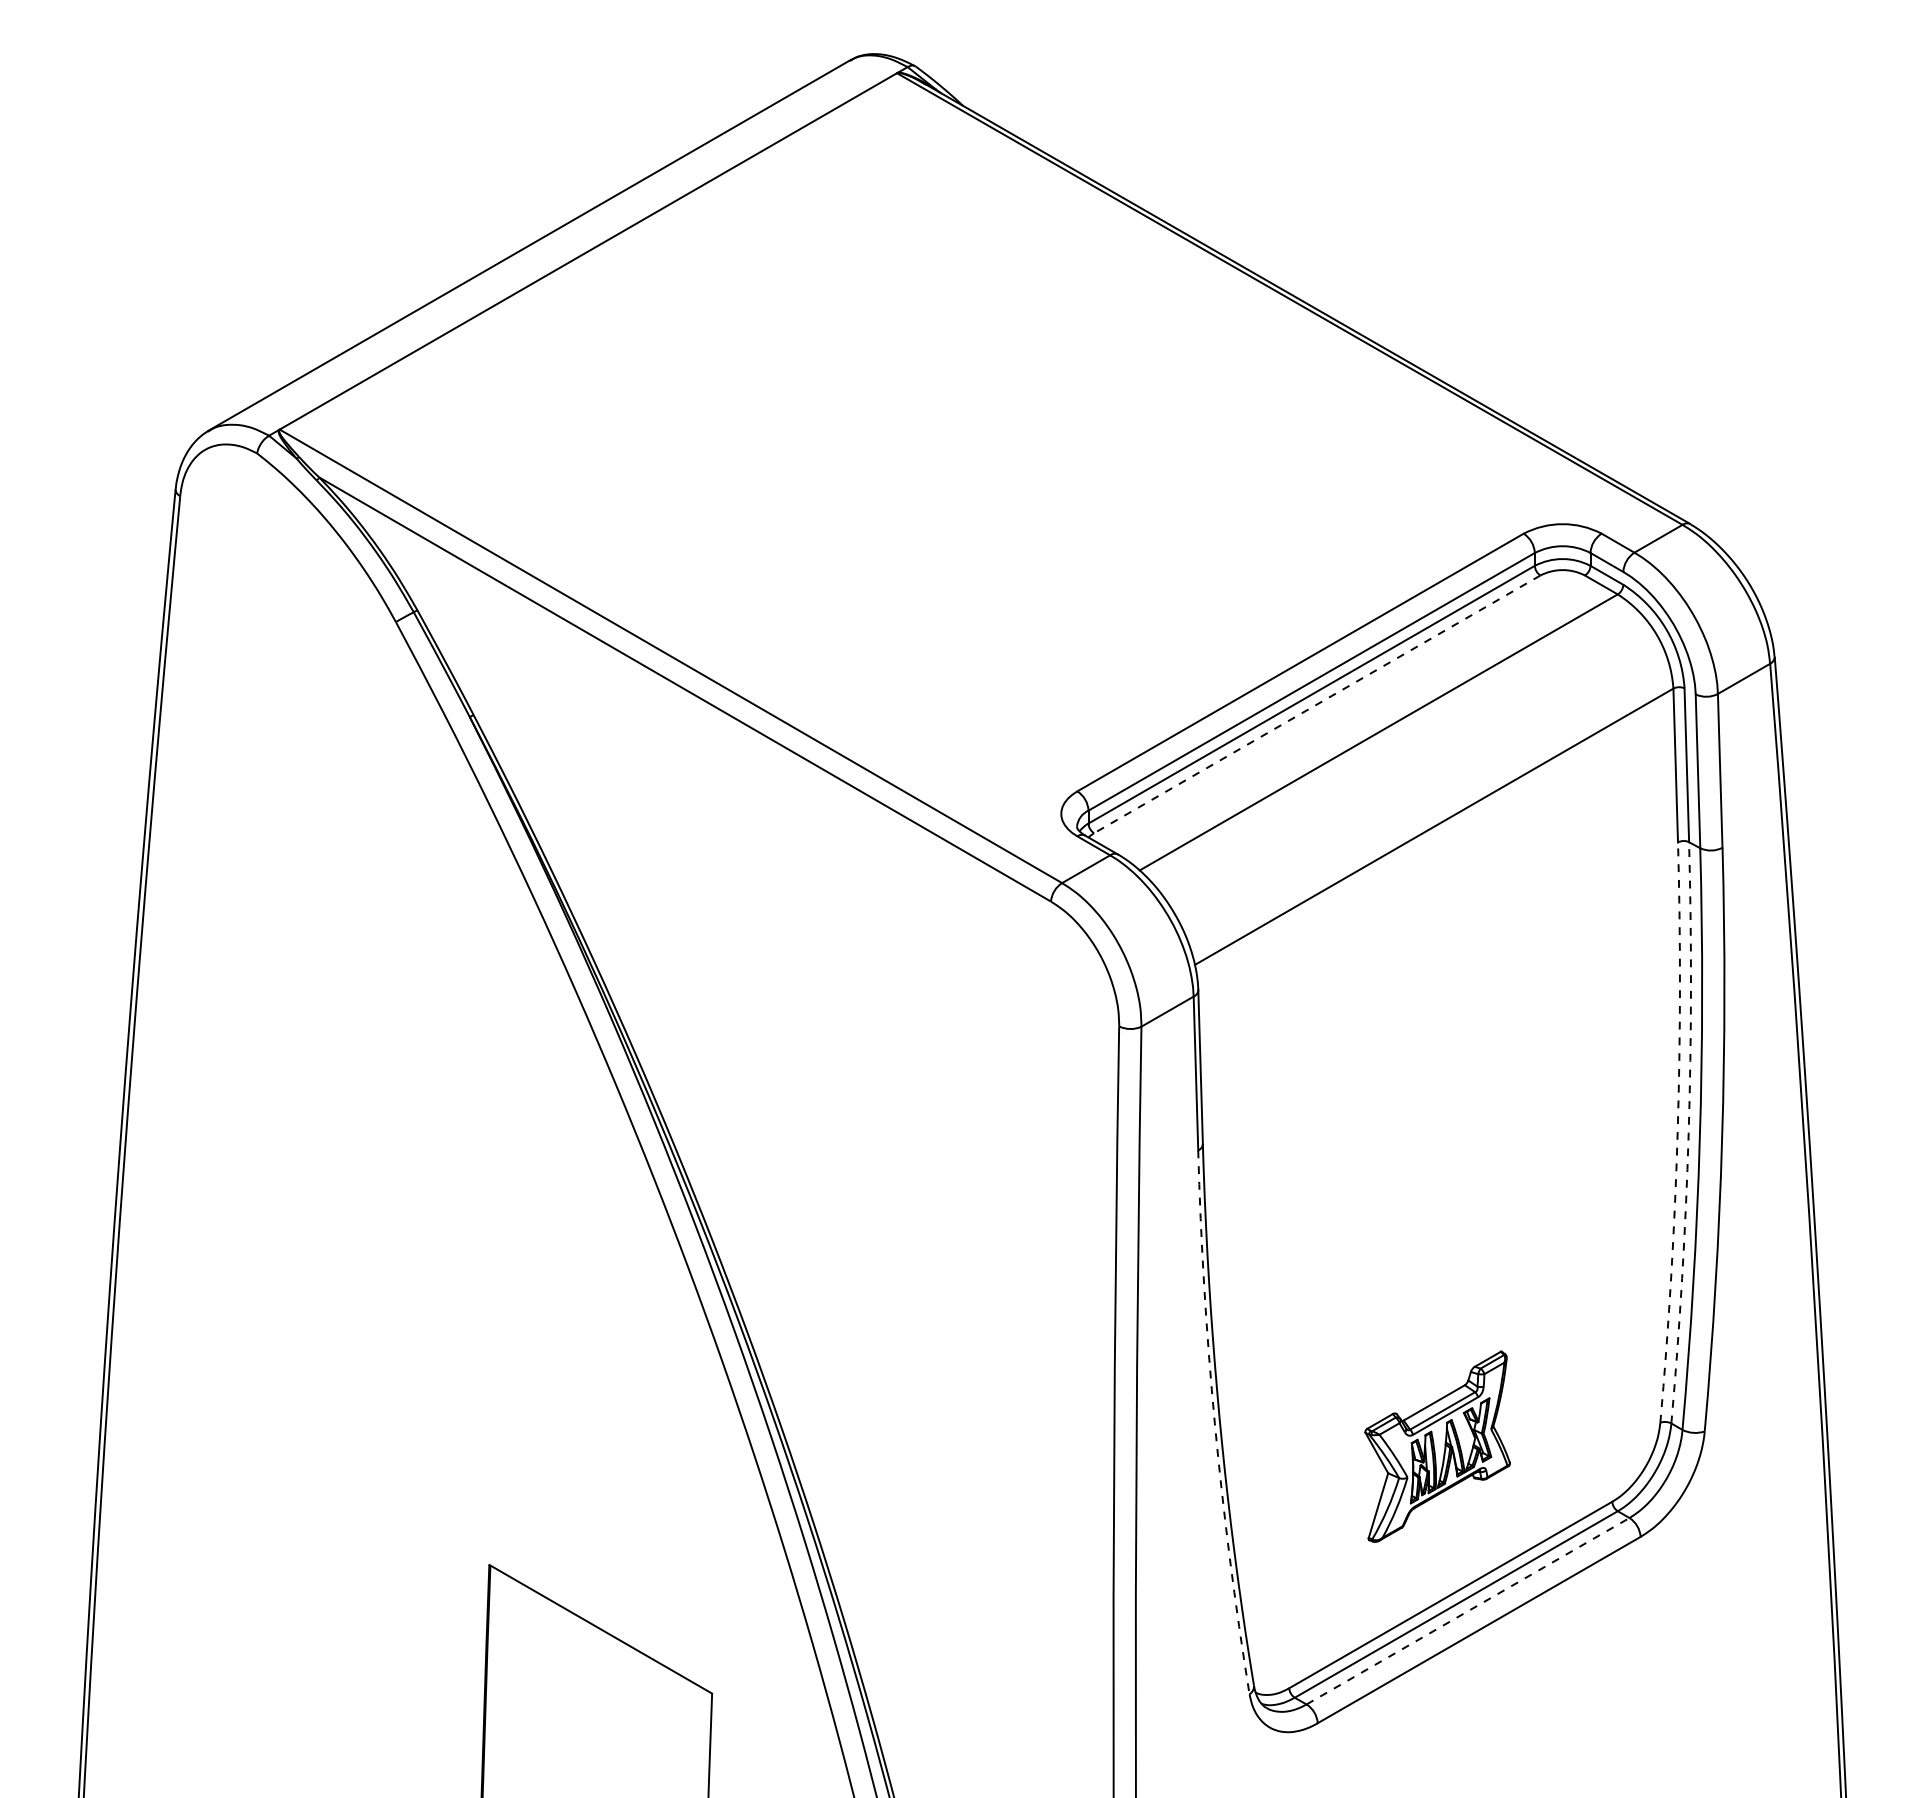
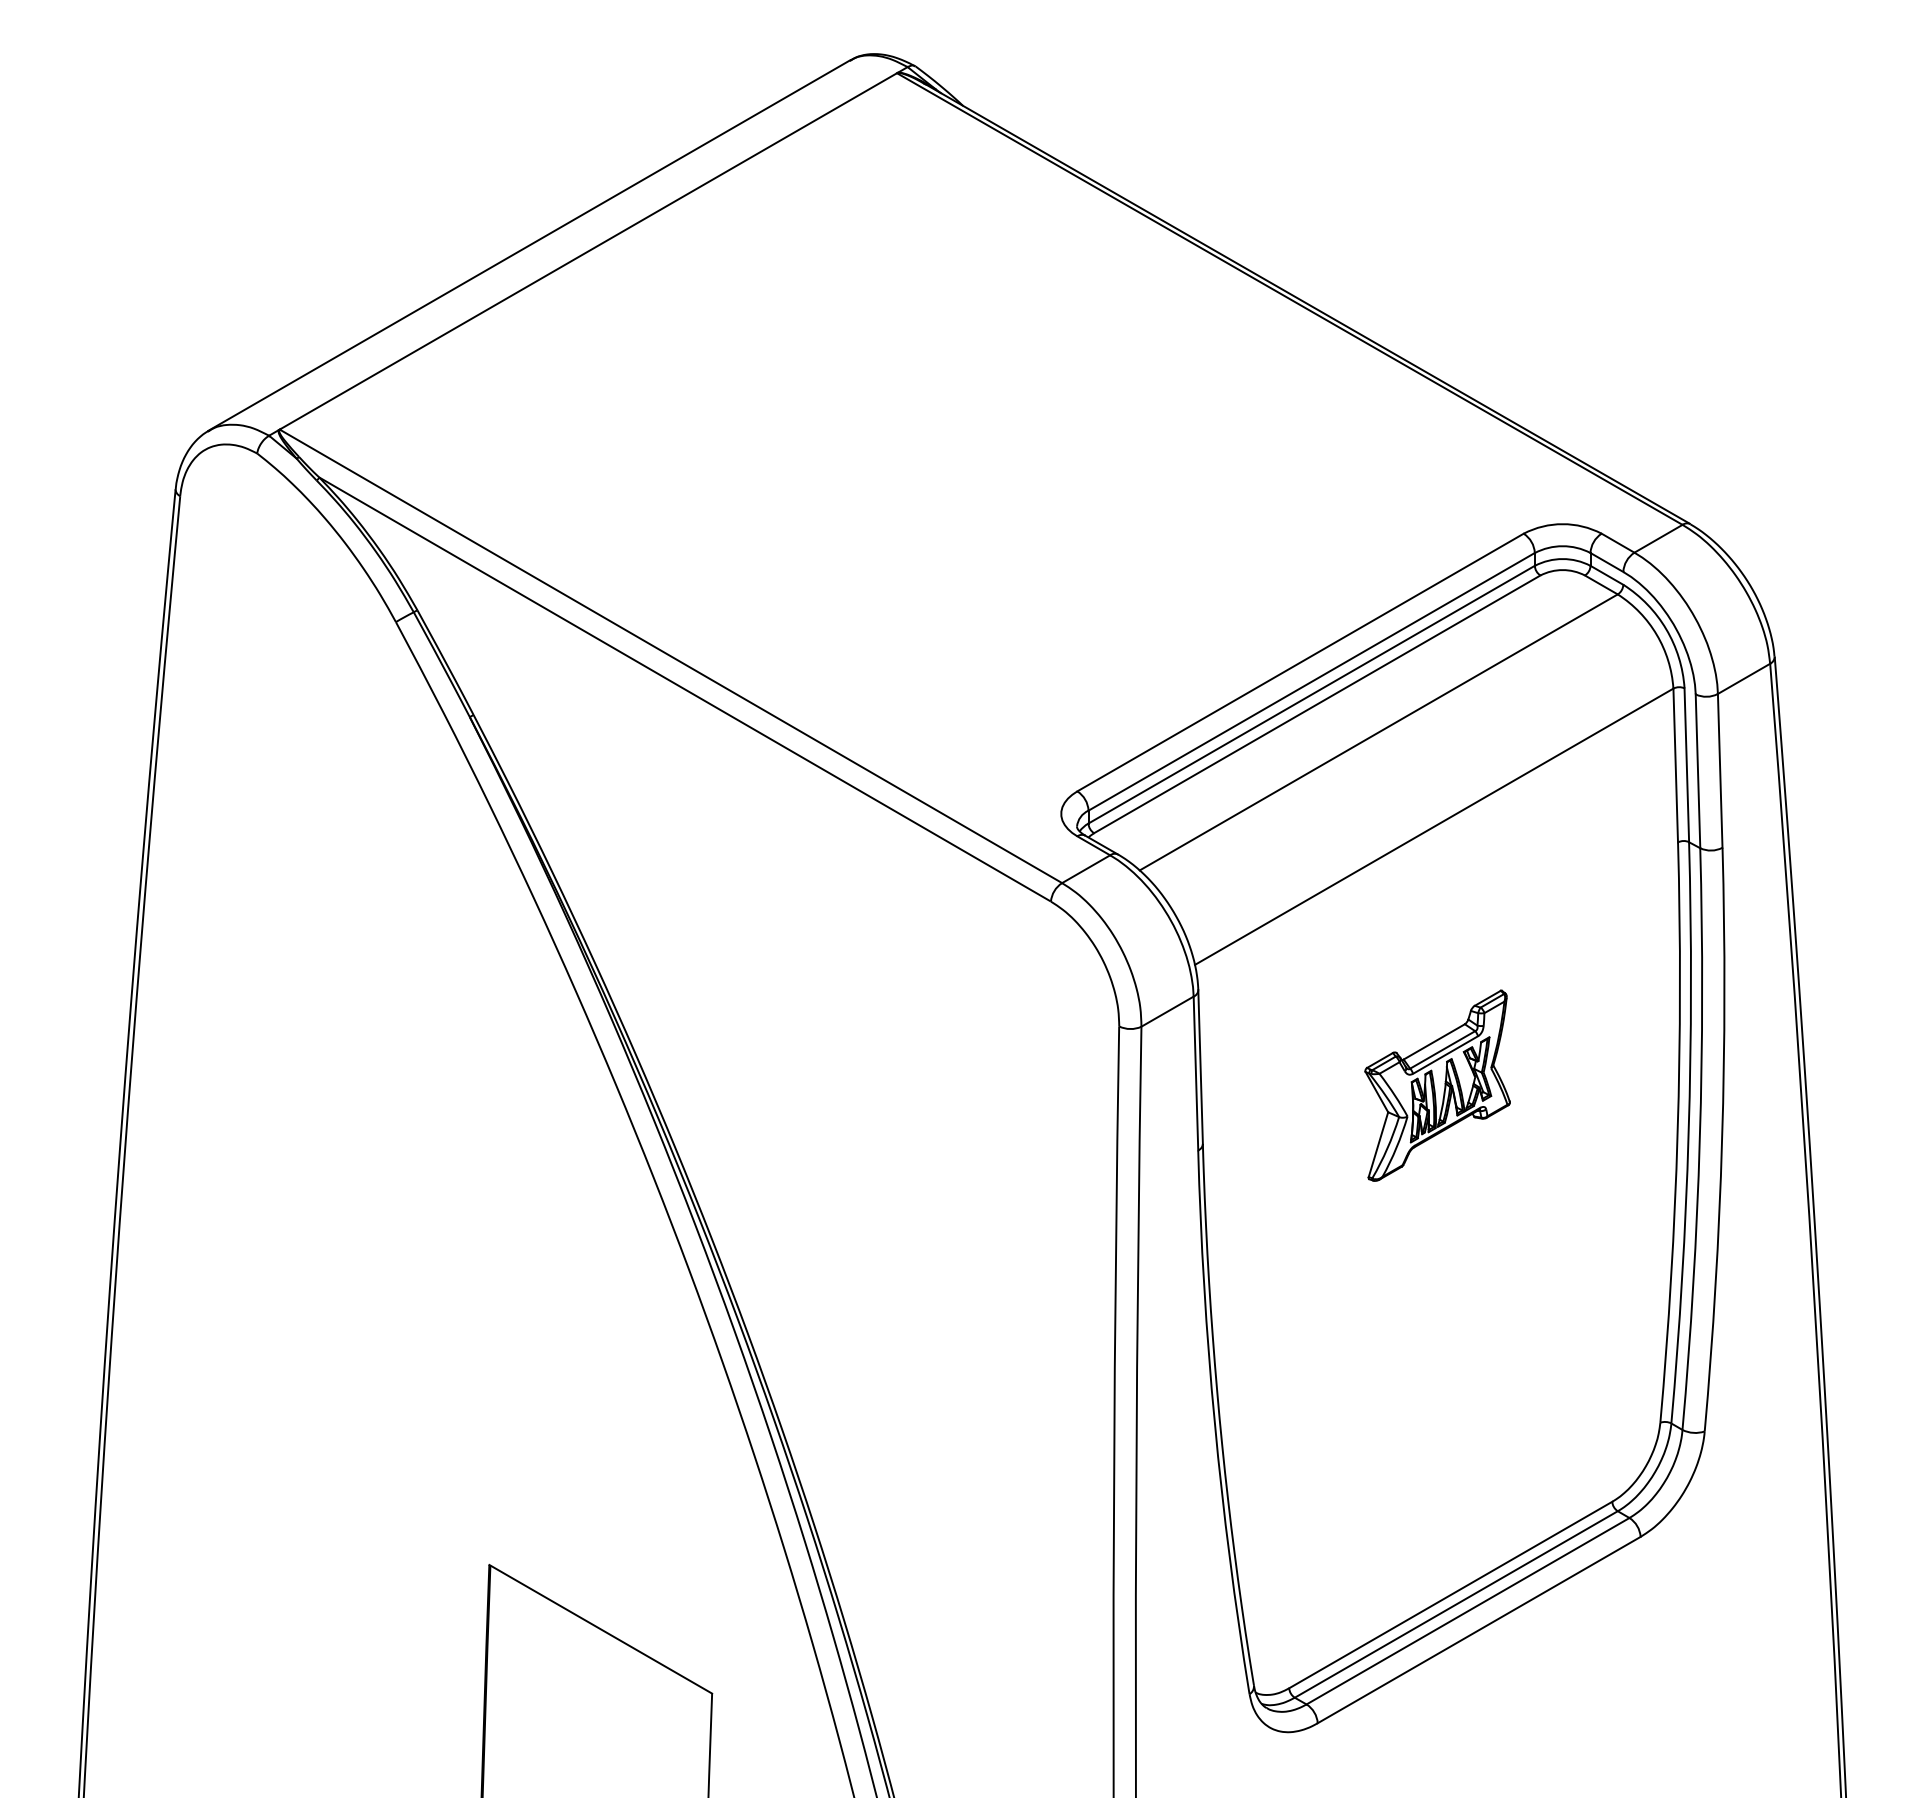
line at (1317, 704): dashed -> solid
arc at (1677, 1132): dashed -> solid
arc at (1688, 1133): dashed -> solid
arc at (1214, 1423): dashed -> solid
part at (1437, 1446) position: (1437, 1446) -> (1437, 1085)
line at (1468, 1610): dashed -> solid
